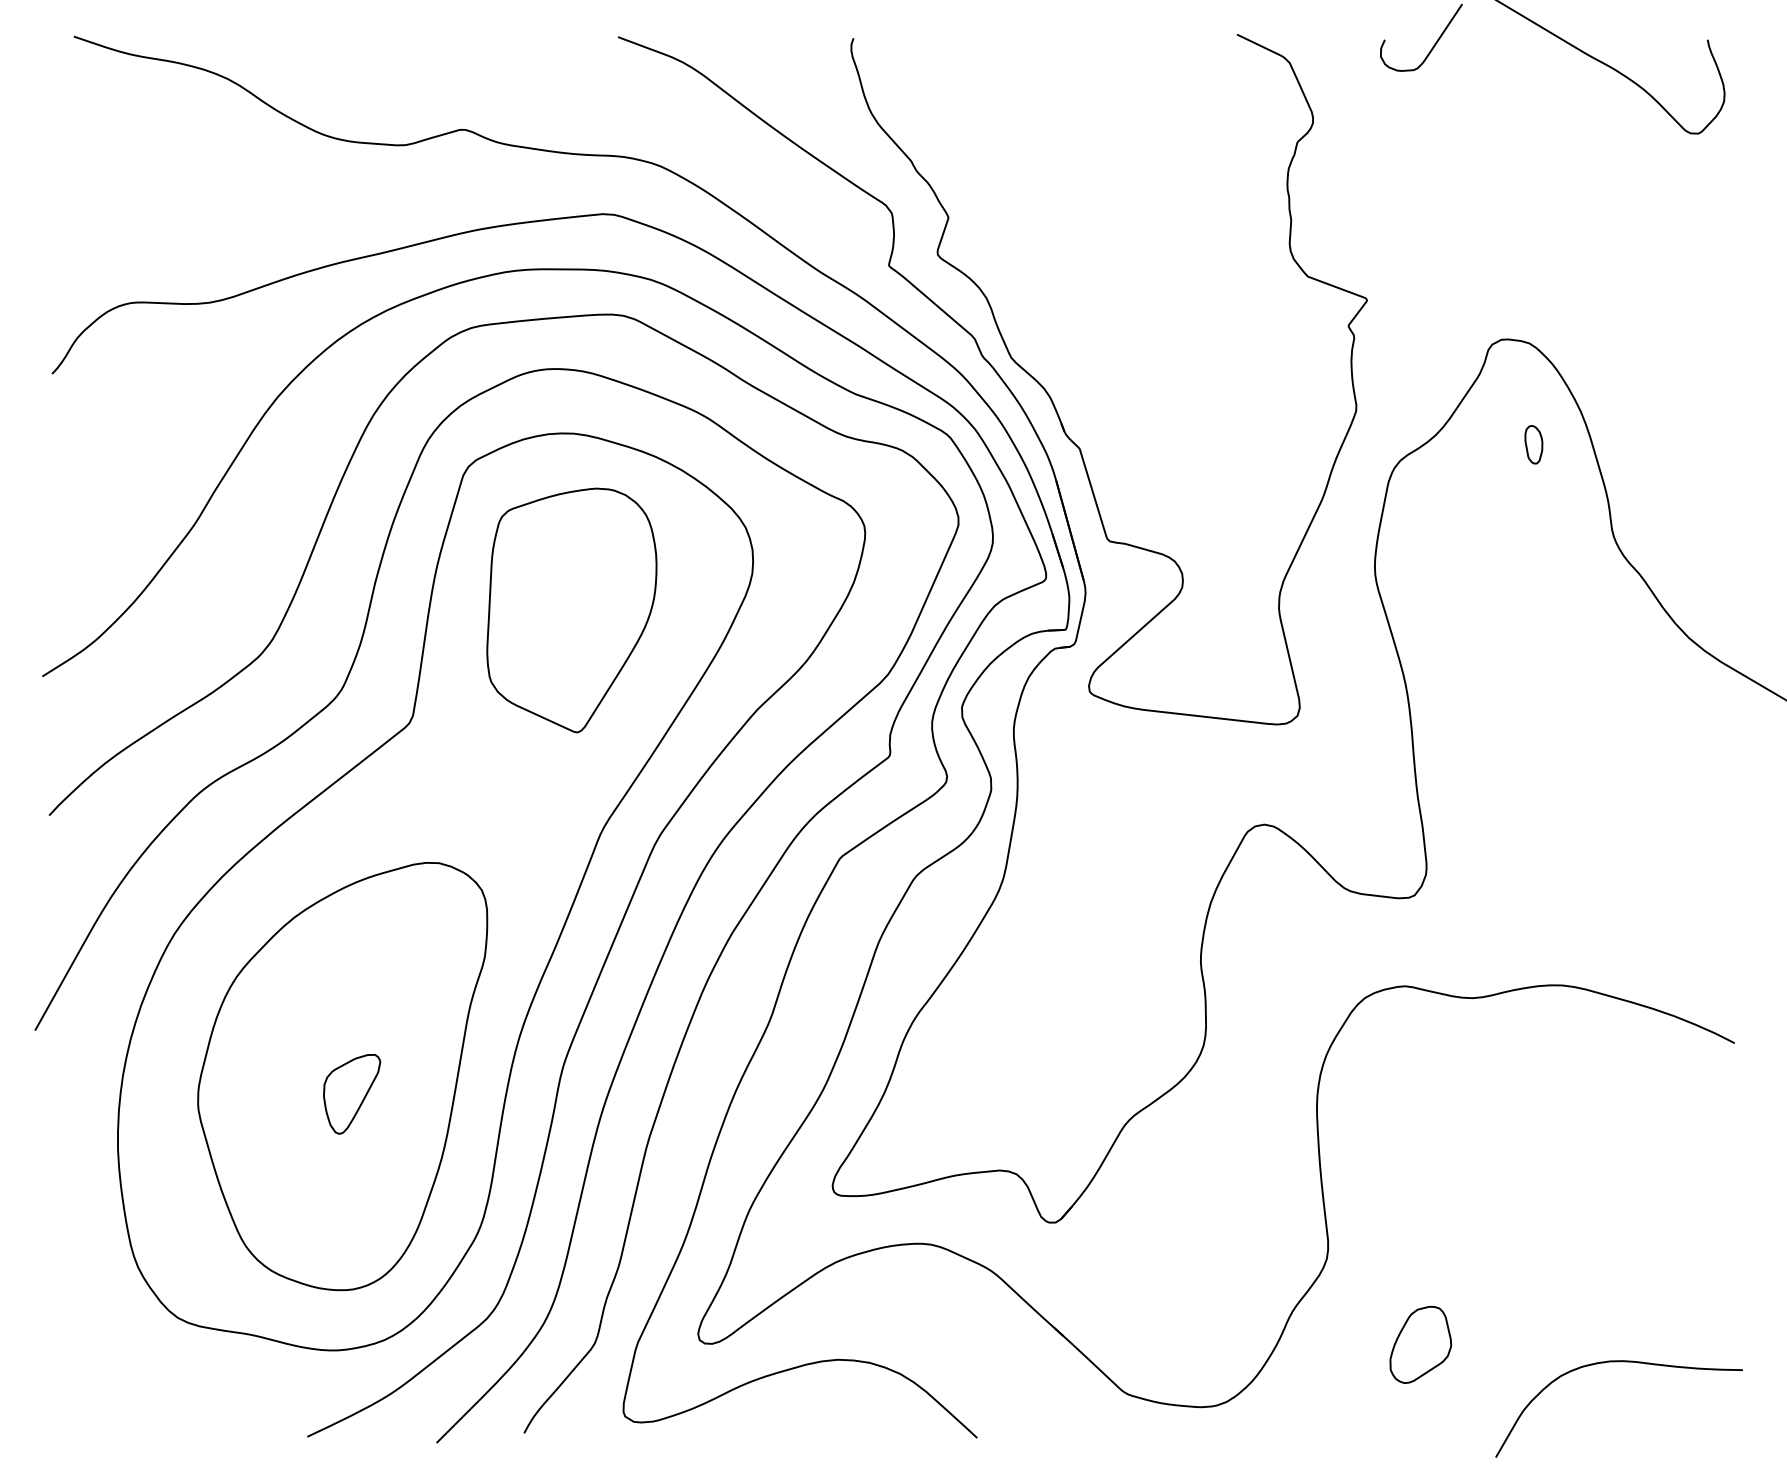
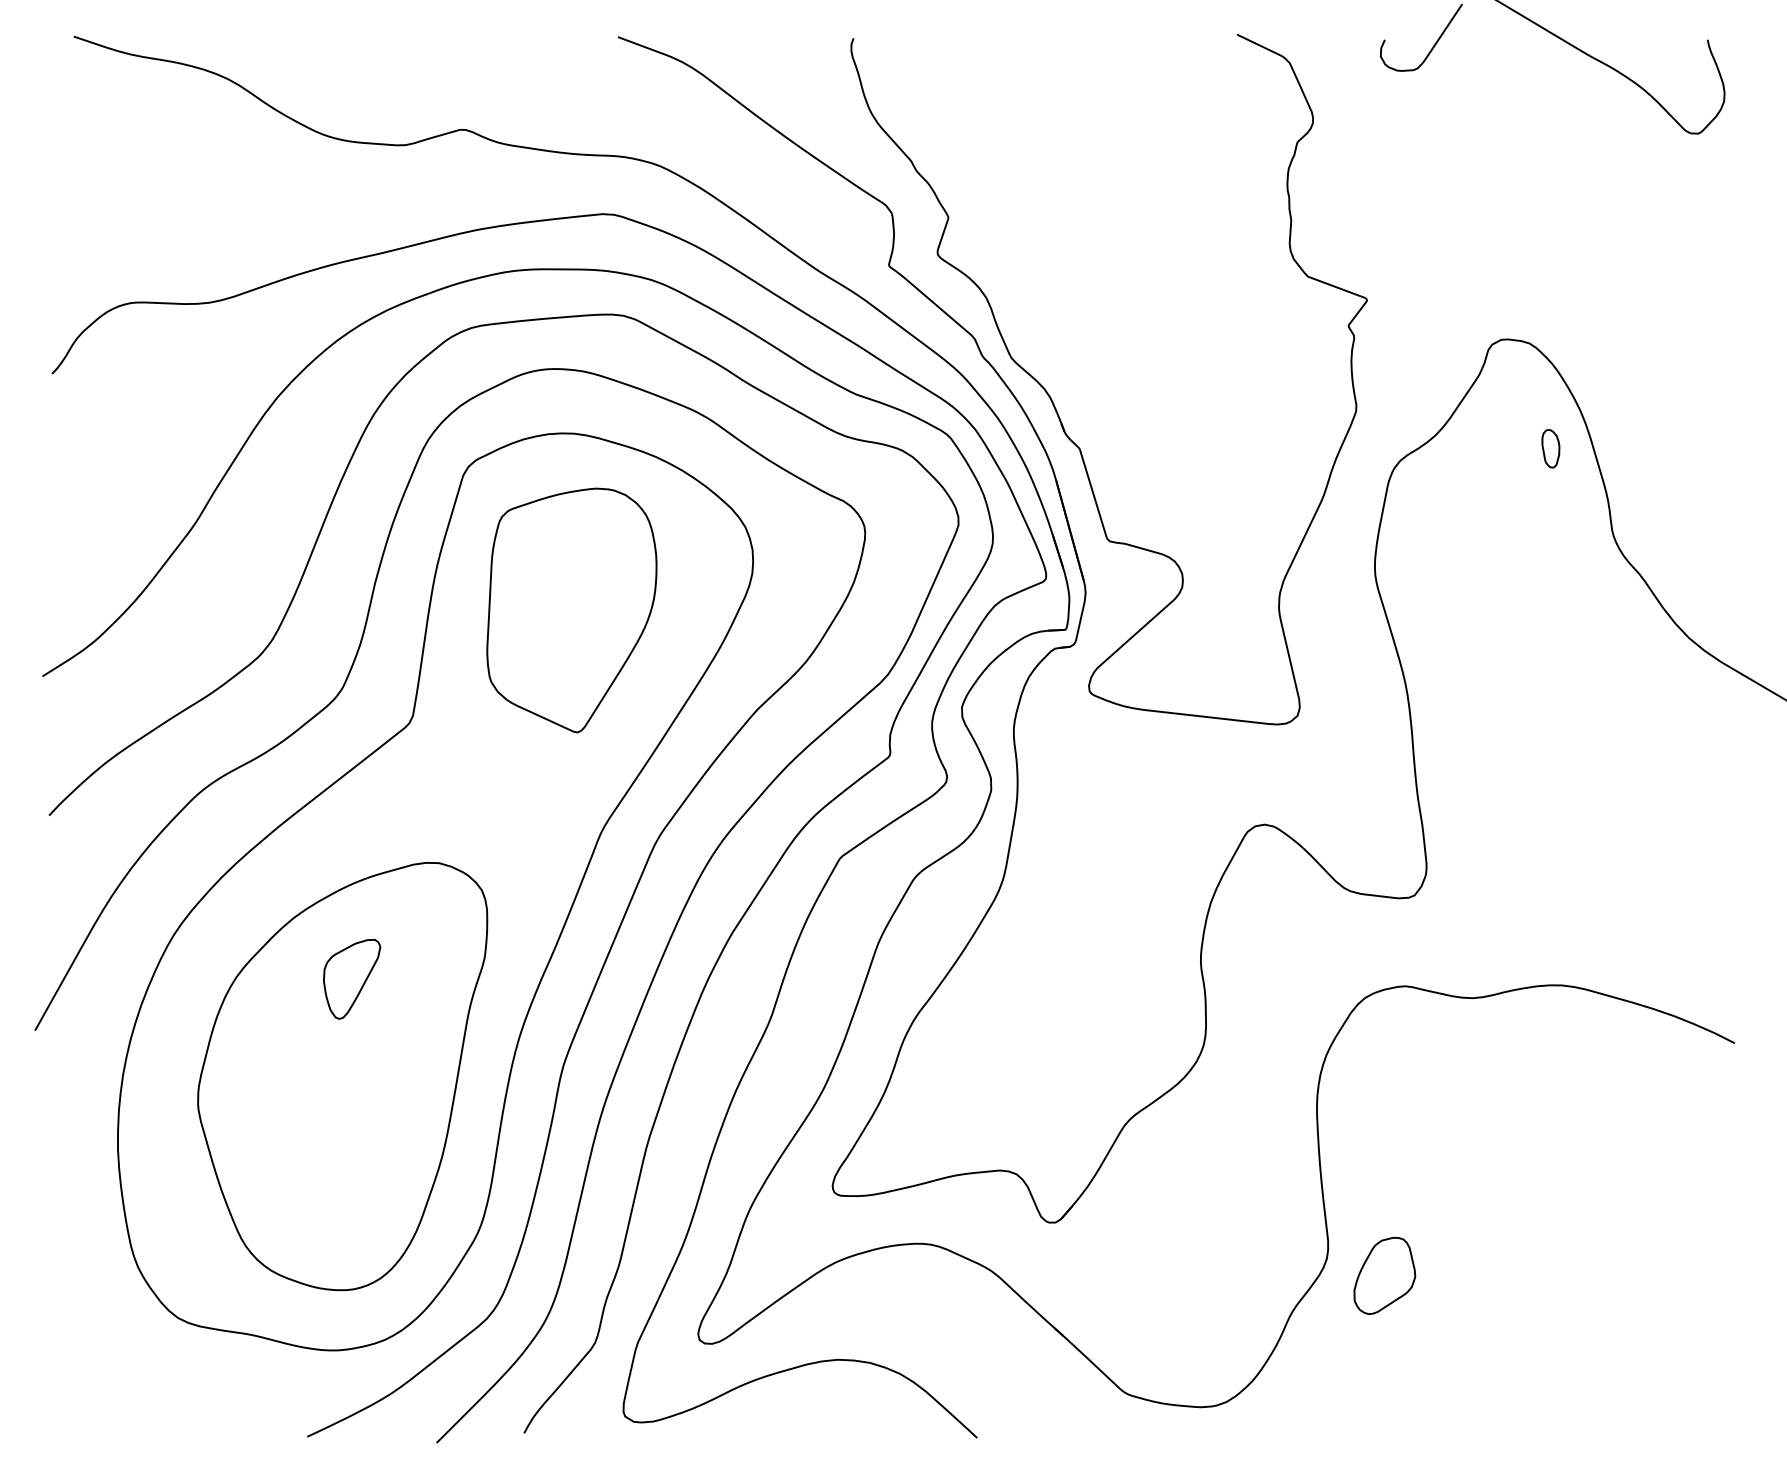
part at (1533, 444) position: (1533, 444) -> (1550, 448)
part at (352, 1094) position: (352, 1094) -> (352, 979)
part at (1420, 1344) position: (1420, 1344) -> (1384, 1275)
curve at (1618, 1362): present -> none
